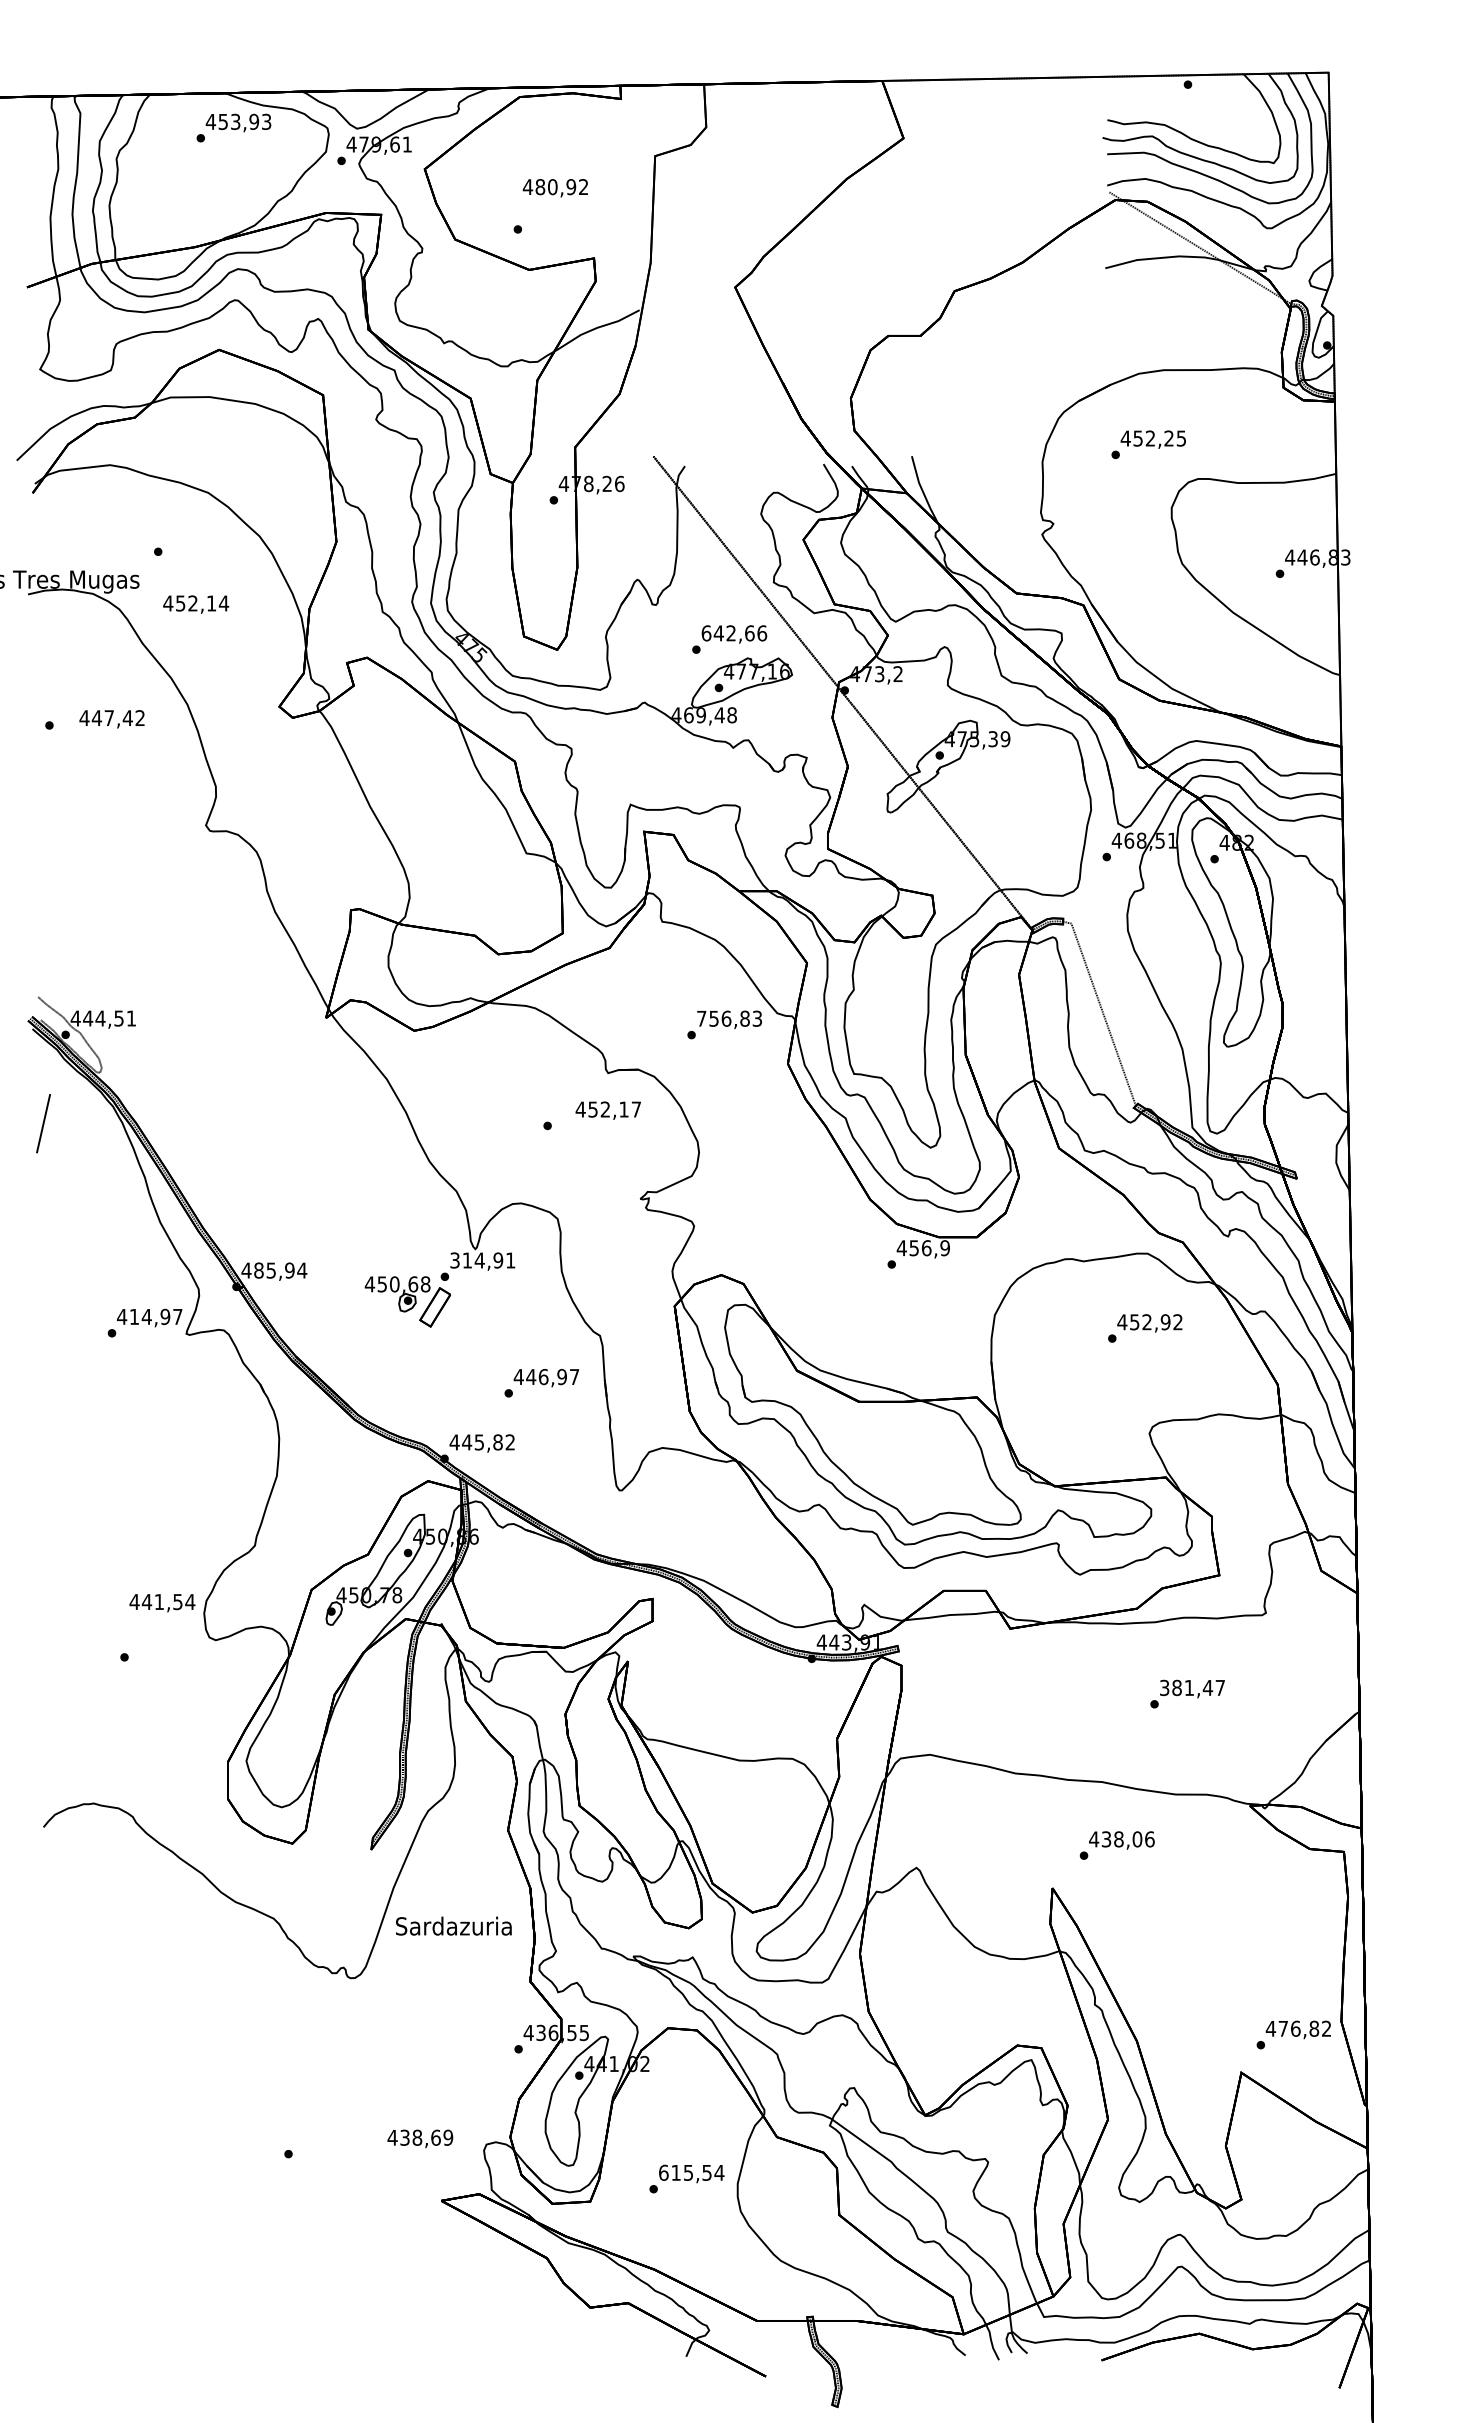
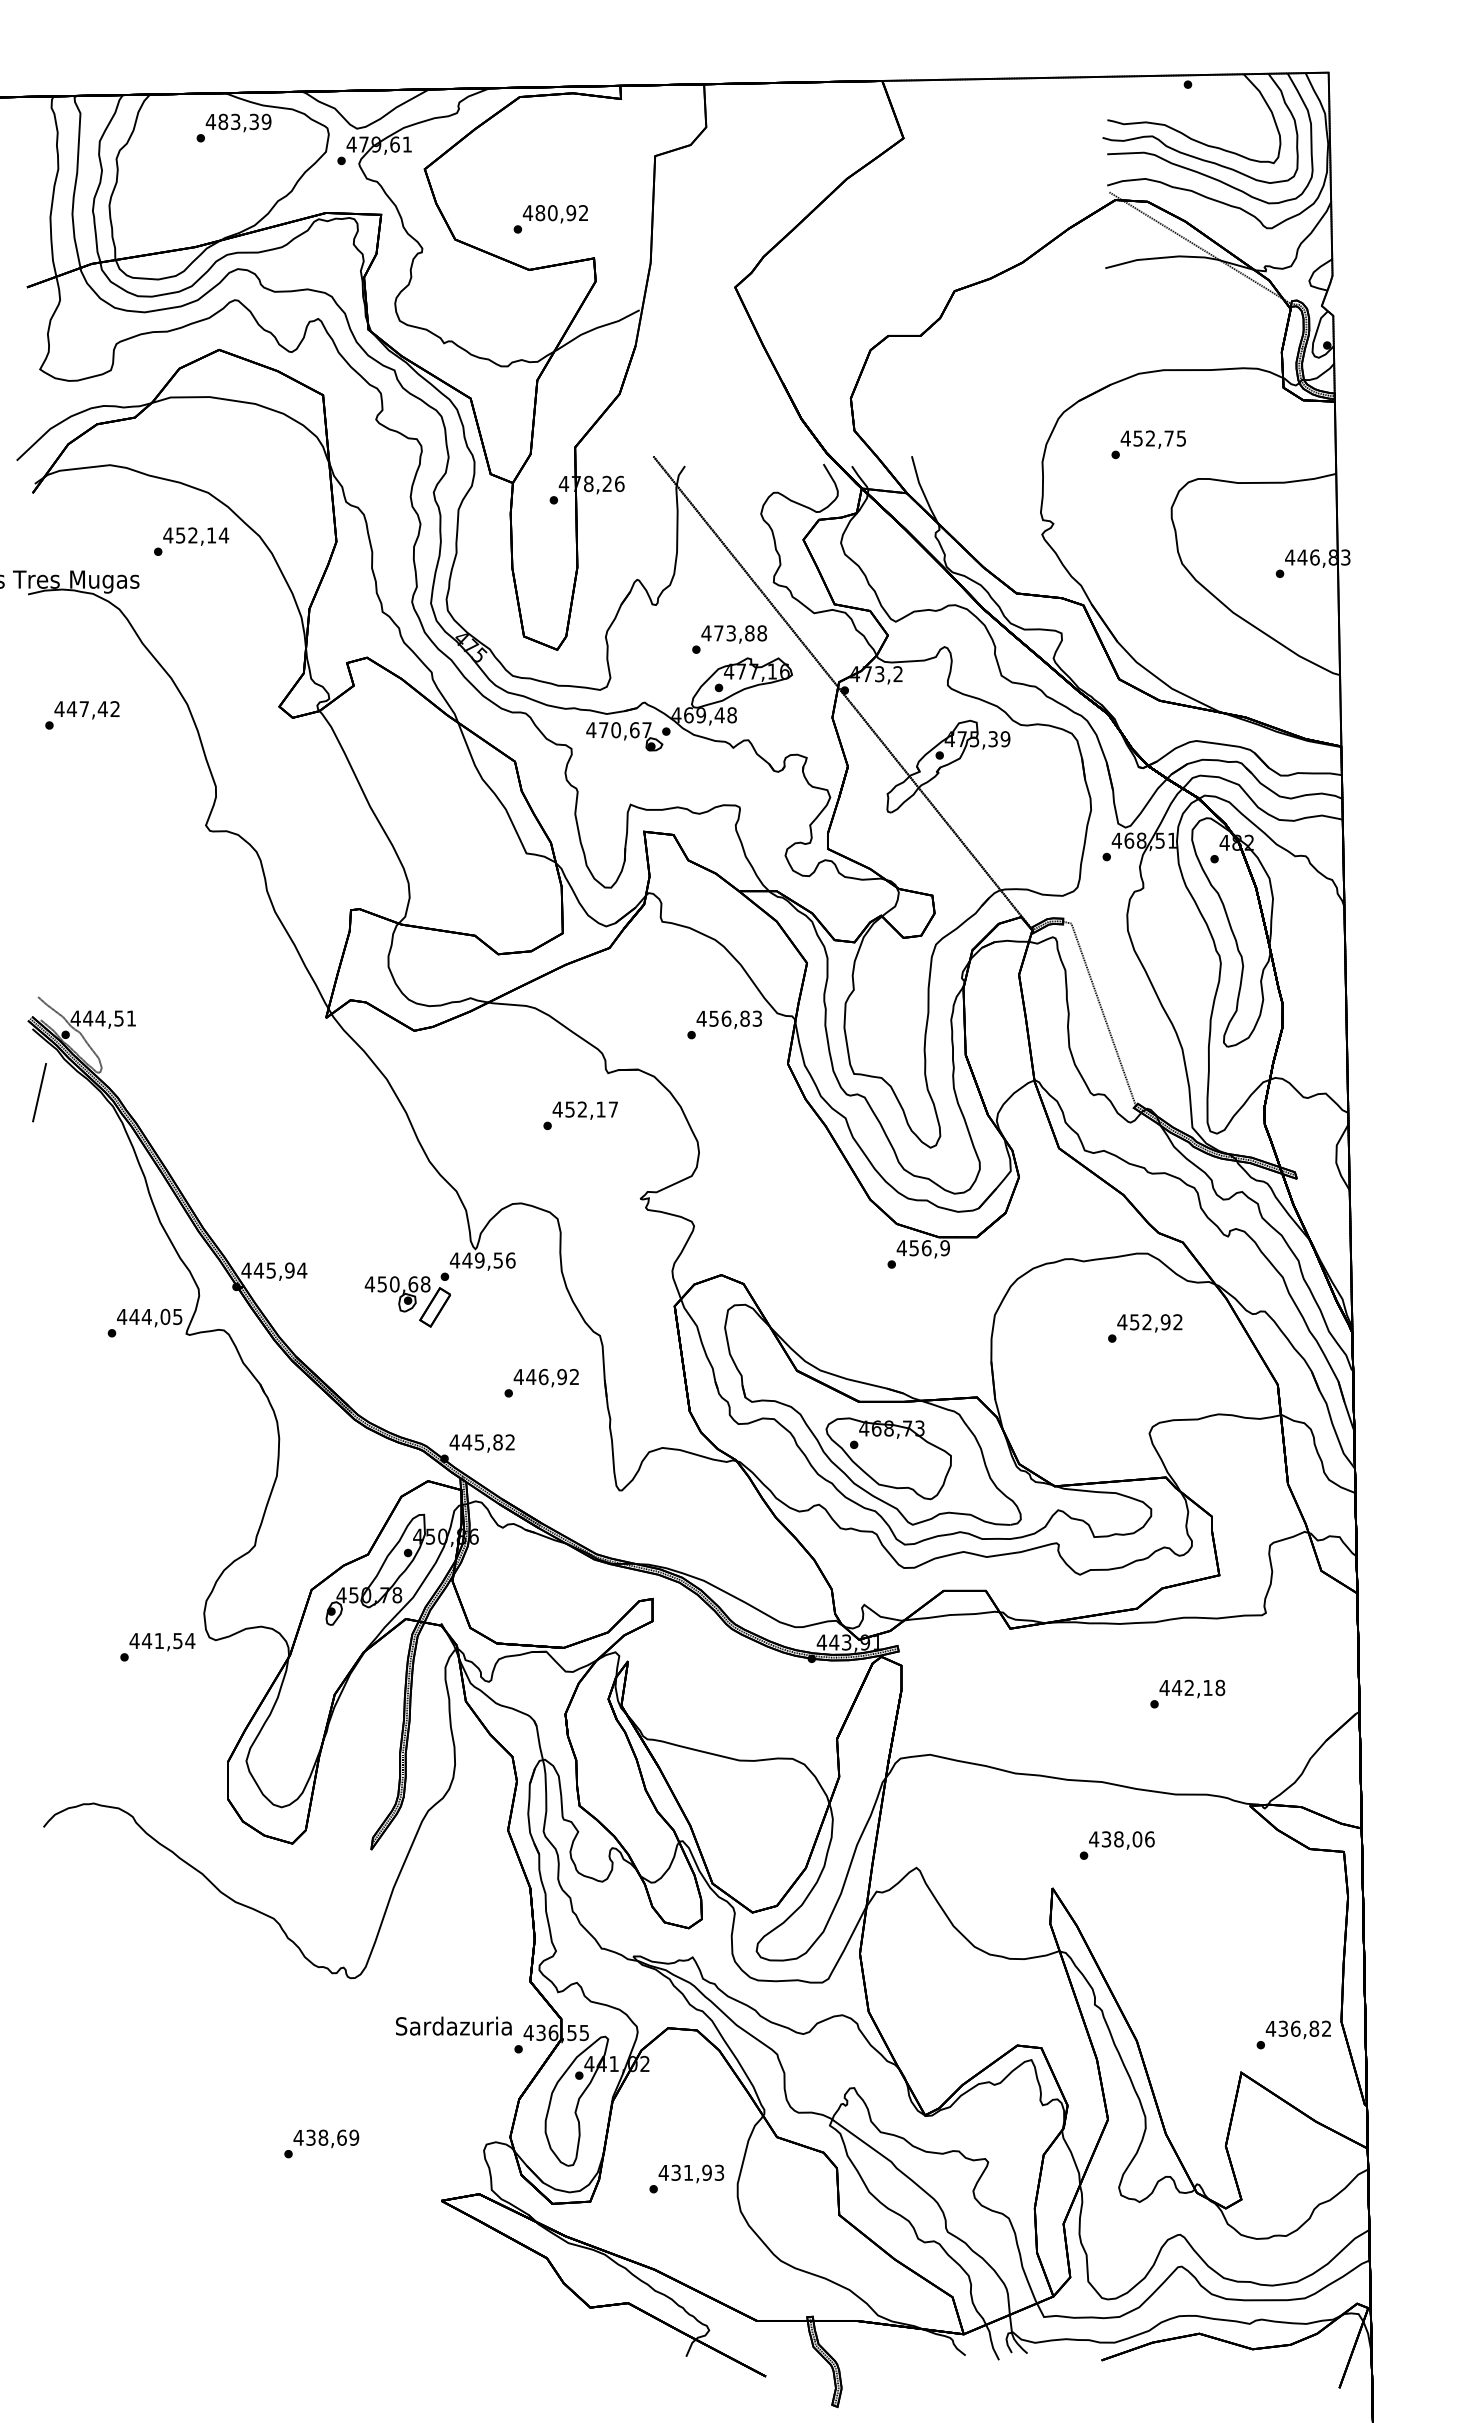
text at (244, 121): 453,93 -> 483,39
text at (554, 188) position: (554, 188) -> (554, 214)
text at (1168, 438): 452,25 -> 452,75
text at (196, 604) position: (196, 604) -> (196, 536)
text at (734, 633): 642,66 -> 473,88
text at (111, 719) position: (111, 719) -> (86, 710)
part at (628, 736): none -> present
text at (701, 1018): 756,83 -> 456,83
text at (607, 1110) position: (607, 1110) -> (584, 1110)
line at (43, 1123) position: (43, 1123) -> (39, 1092)
text at (482, 1260): 314,91 -> 449,56
text at (258, 1270): 485,94 -> 445,94
text at (155, 1317): 414,97 -> 444,05
text at (574, 1376): 446,97 -> 446,92
part at (888, 1458): none -> present
text at (162, 1603) position: (162, 1603) -> (162, 1642)
text at (1192, 1687): 381,47 -> 442,18
text at (453, 1925) position: (453, 1925) -> (453, 2025)
text at (1282, 2028): 476,82 -> 436,82
text at (420, 2138) position: (420, 2138) -> (326, 2138)
text at (691, 2172): 615,54 -> 431,93
